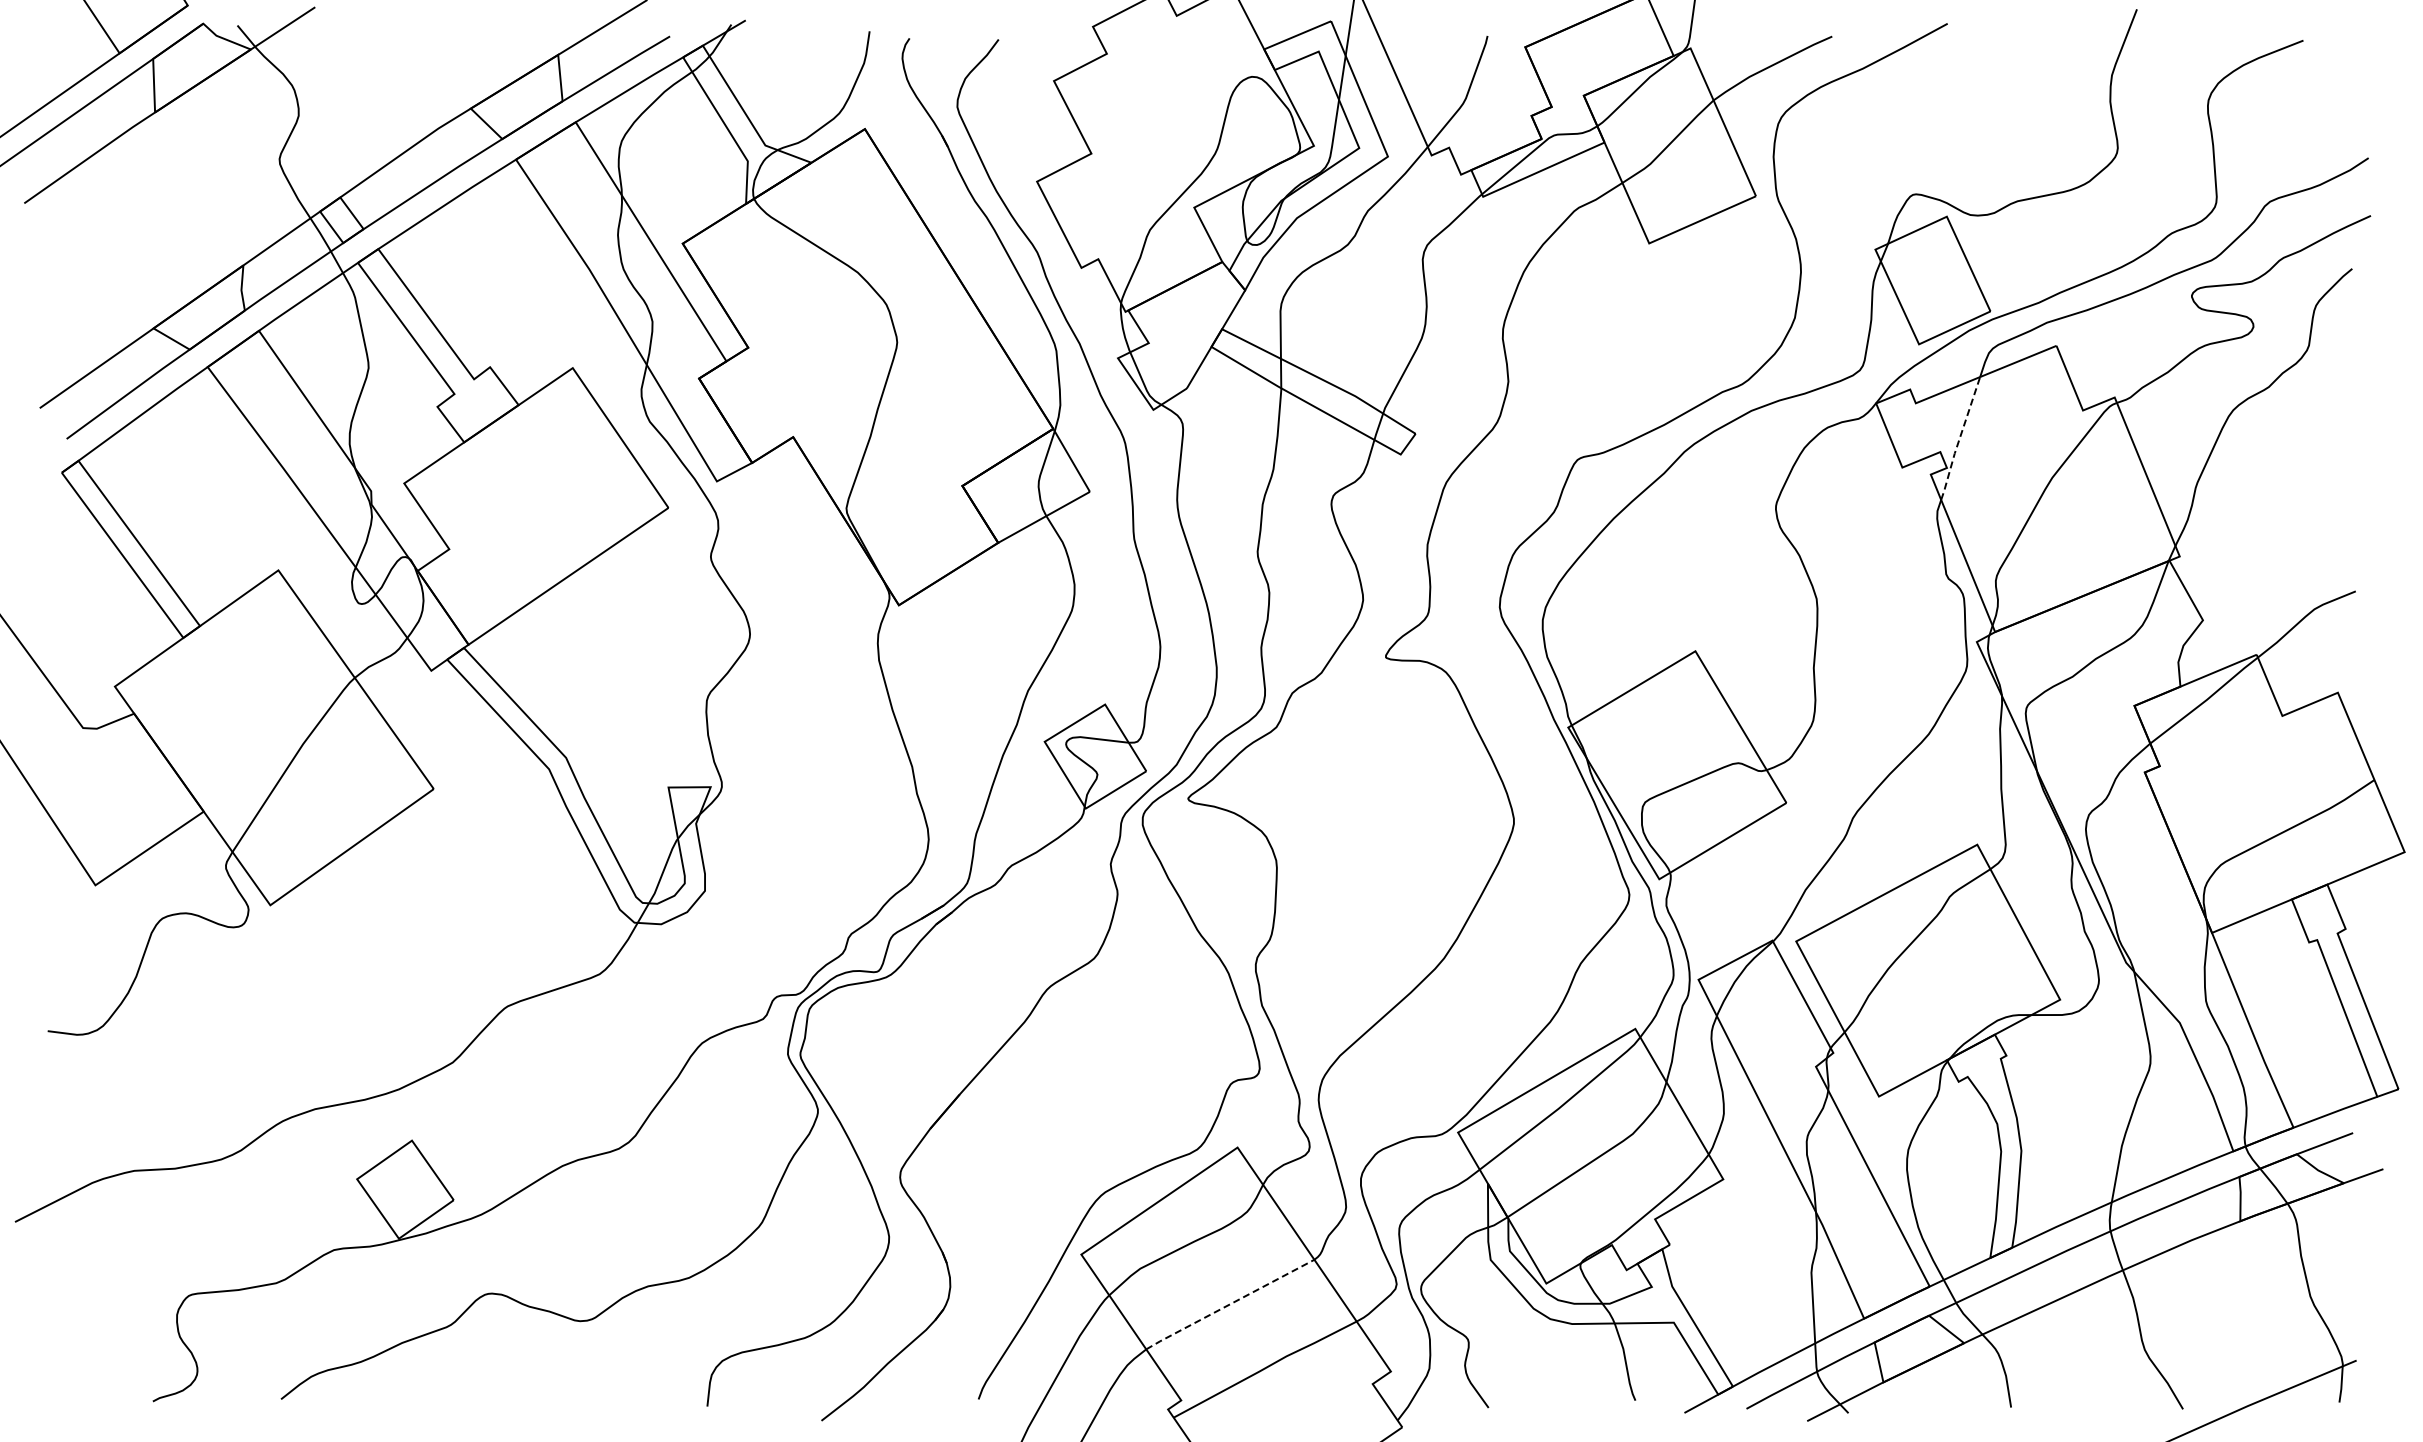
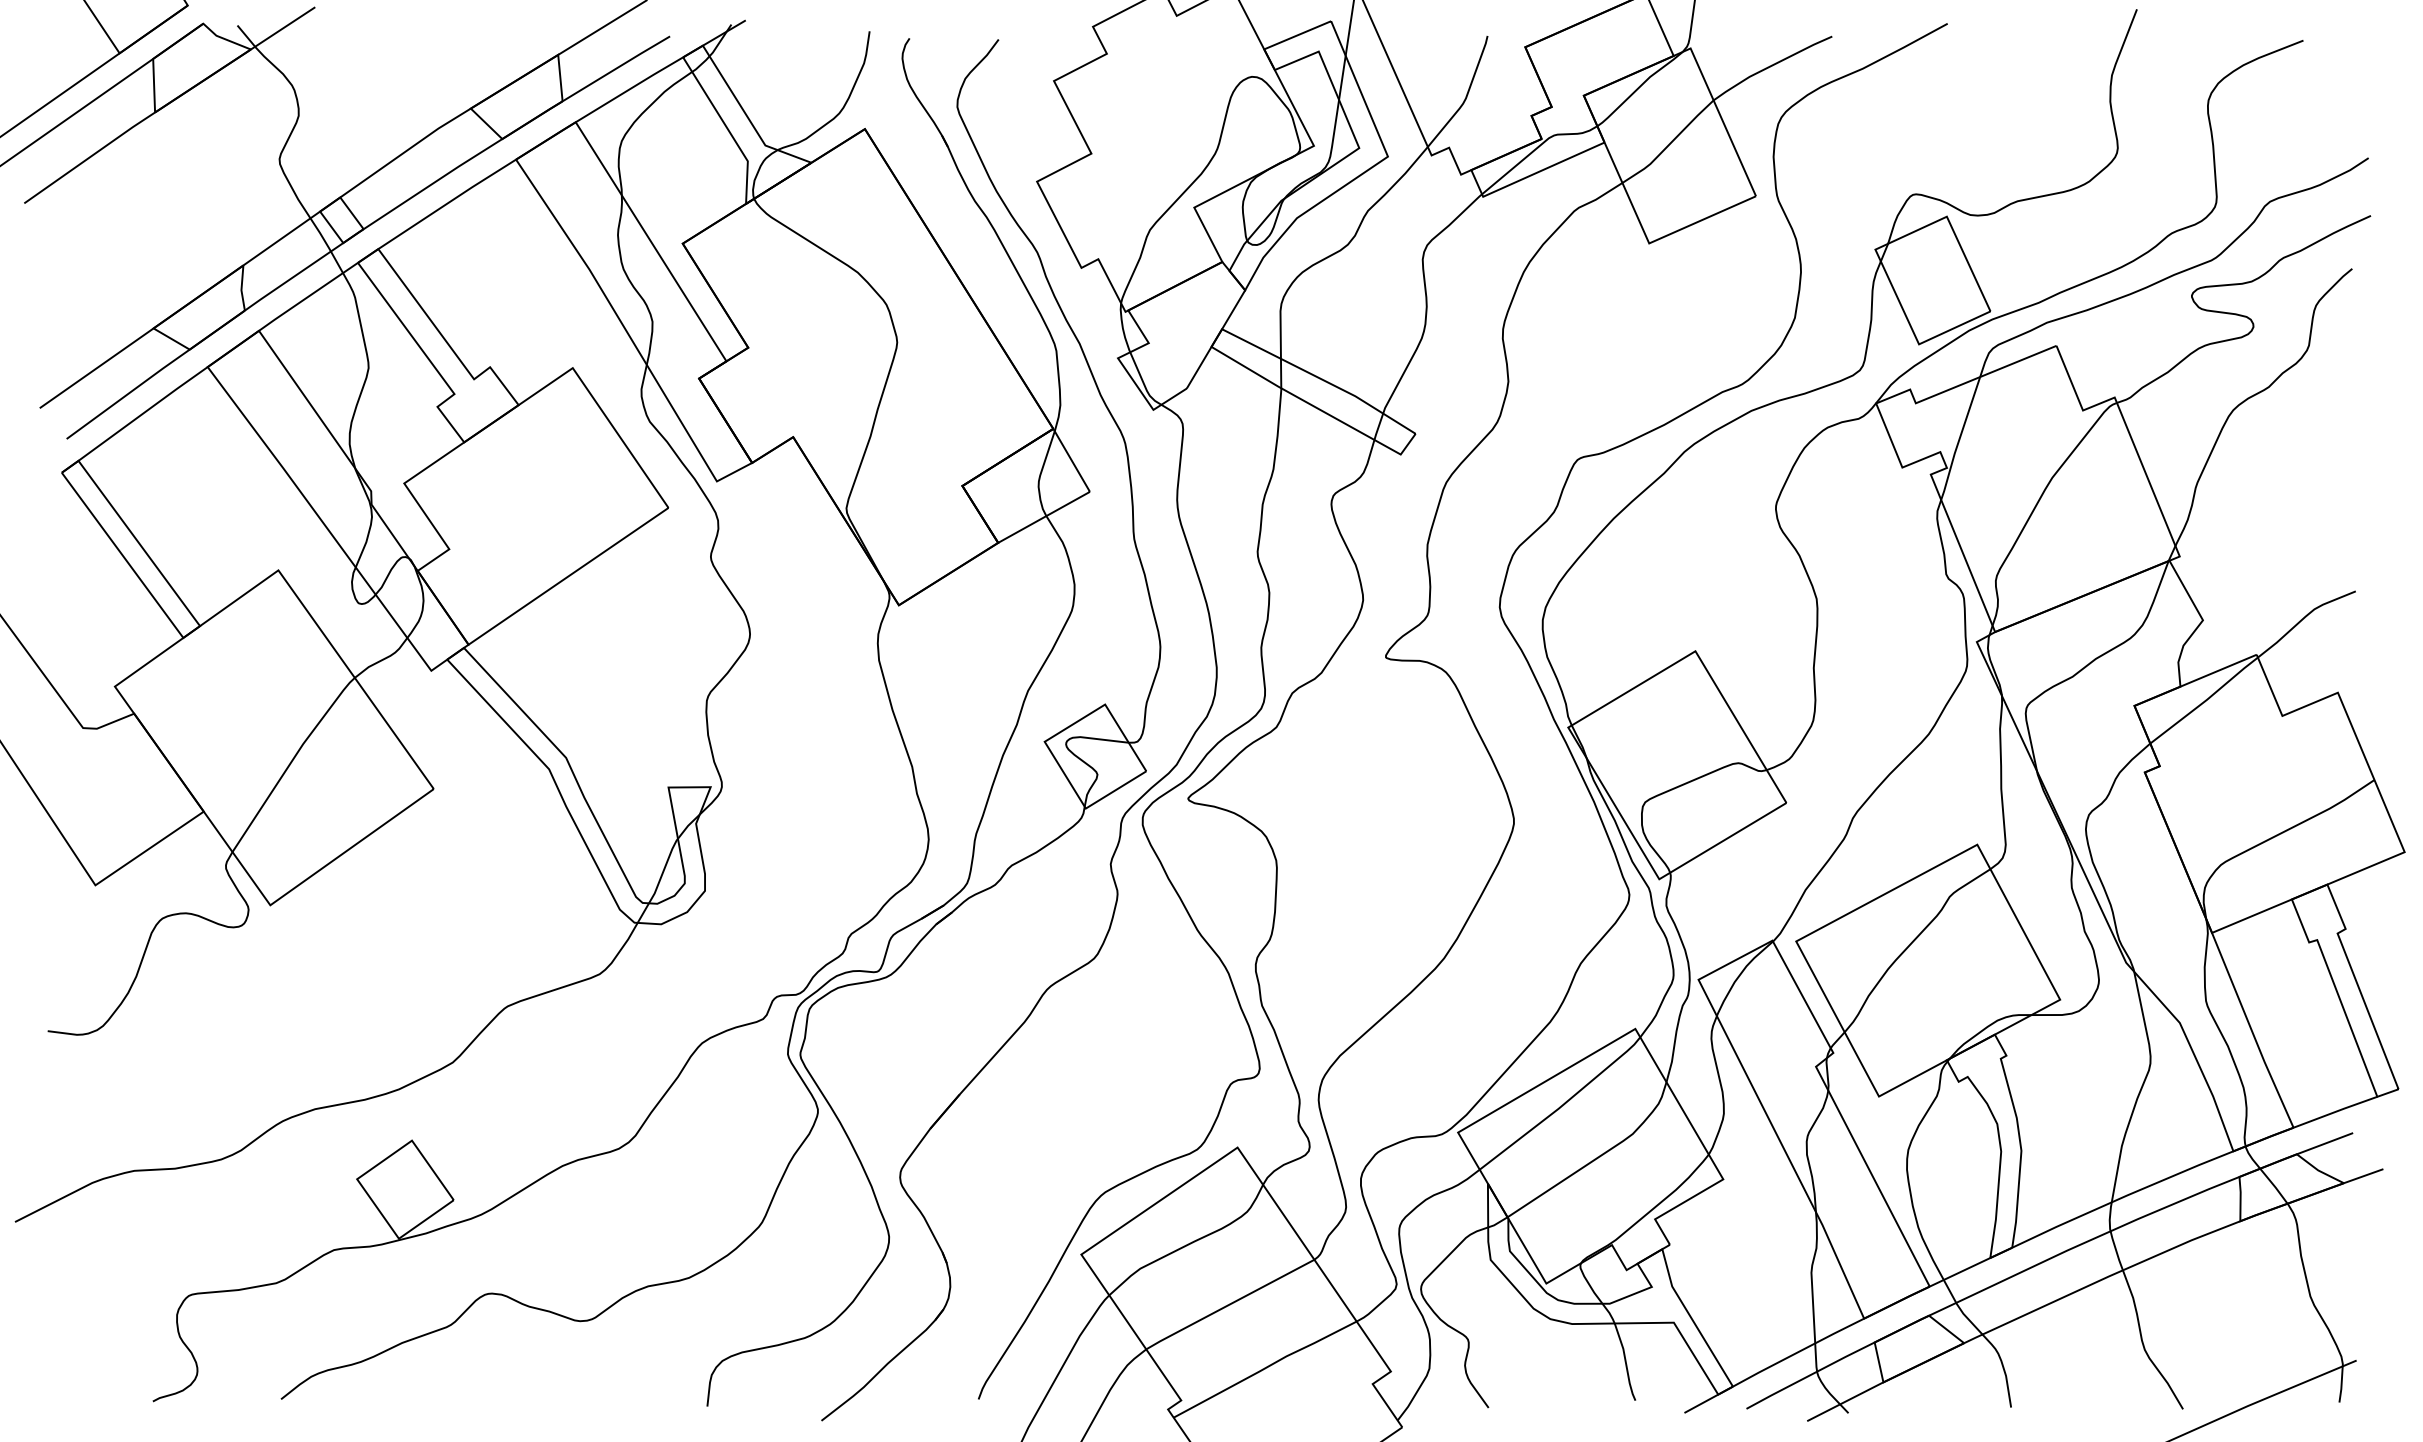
line at (1959, 439): dashed -> solid
line at (1229, 1304): dashed -> solid
